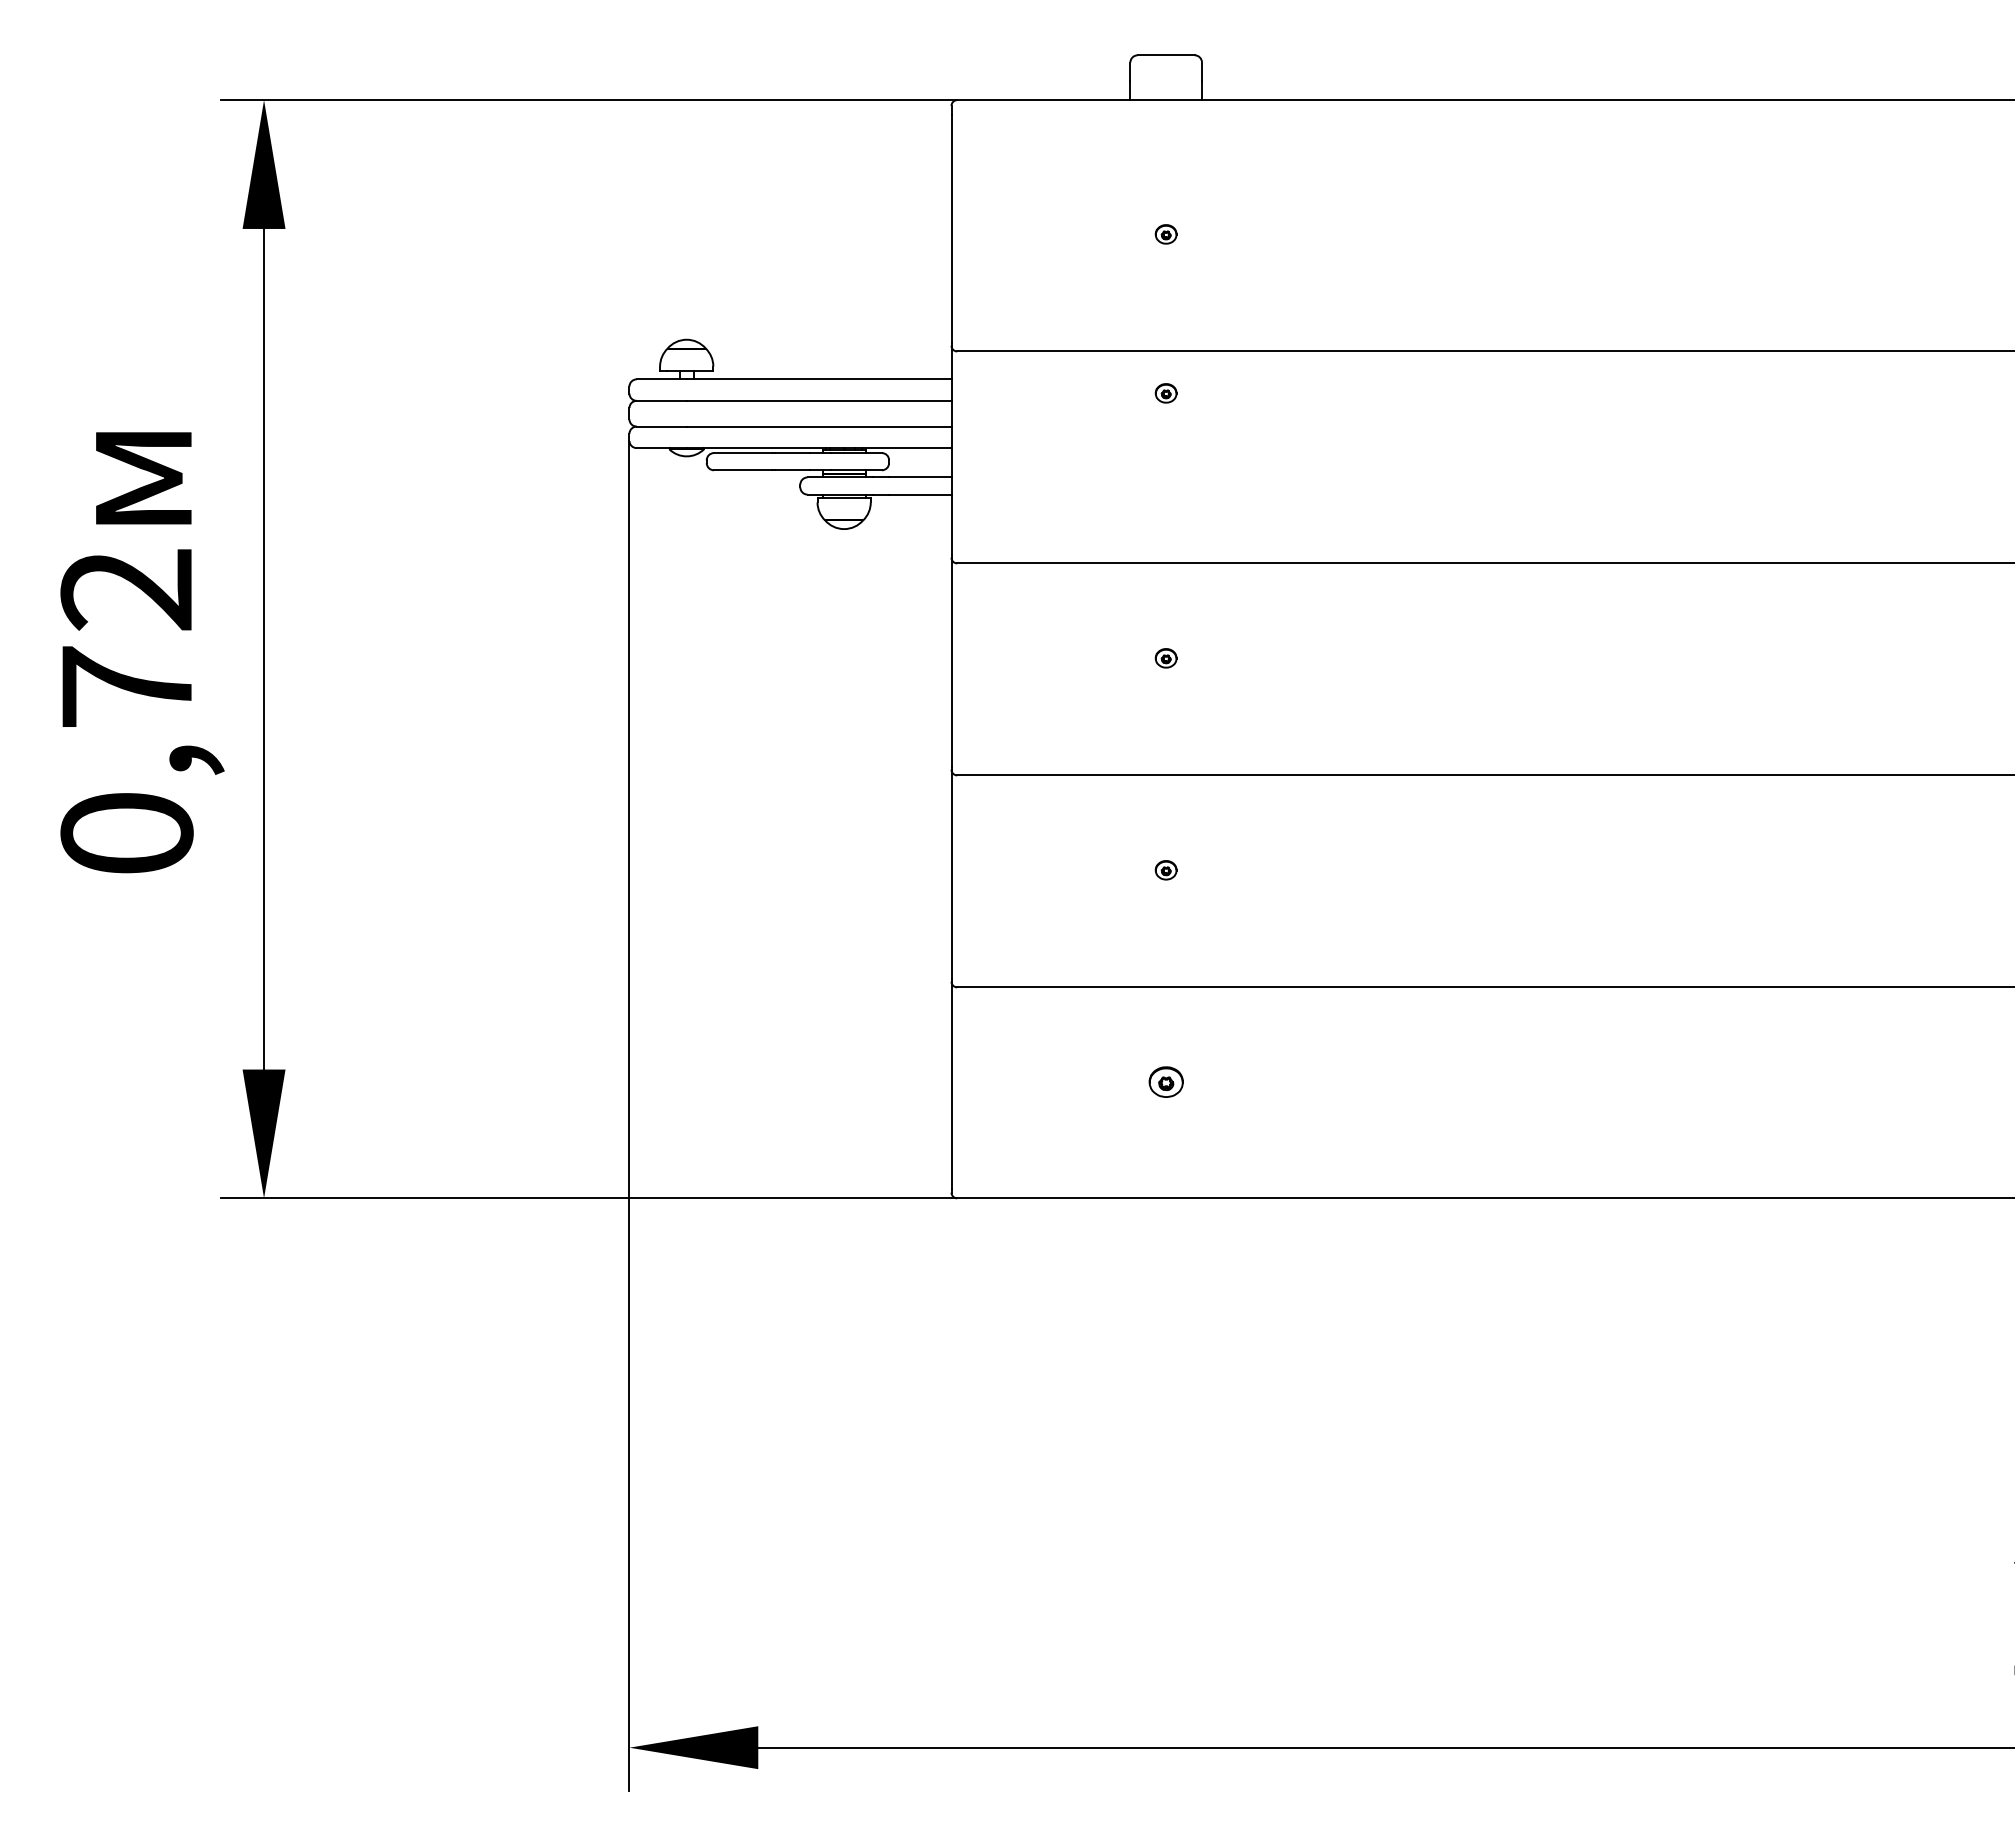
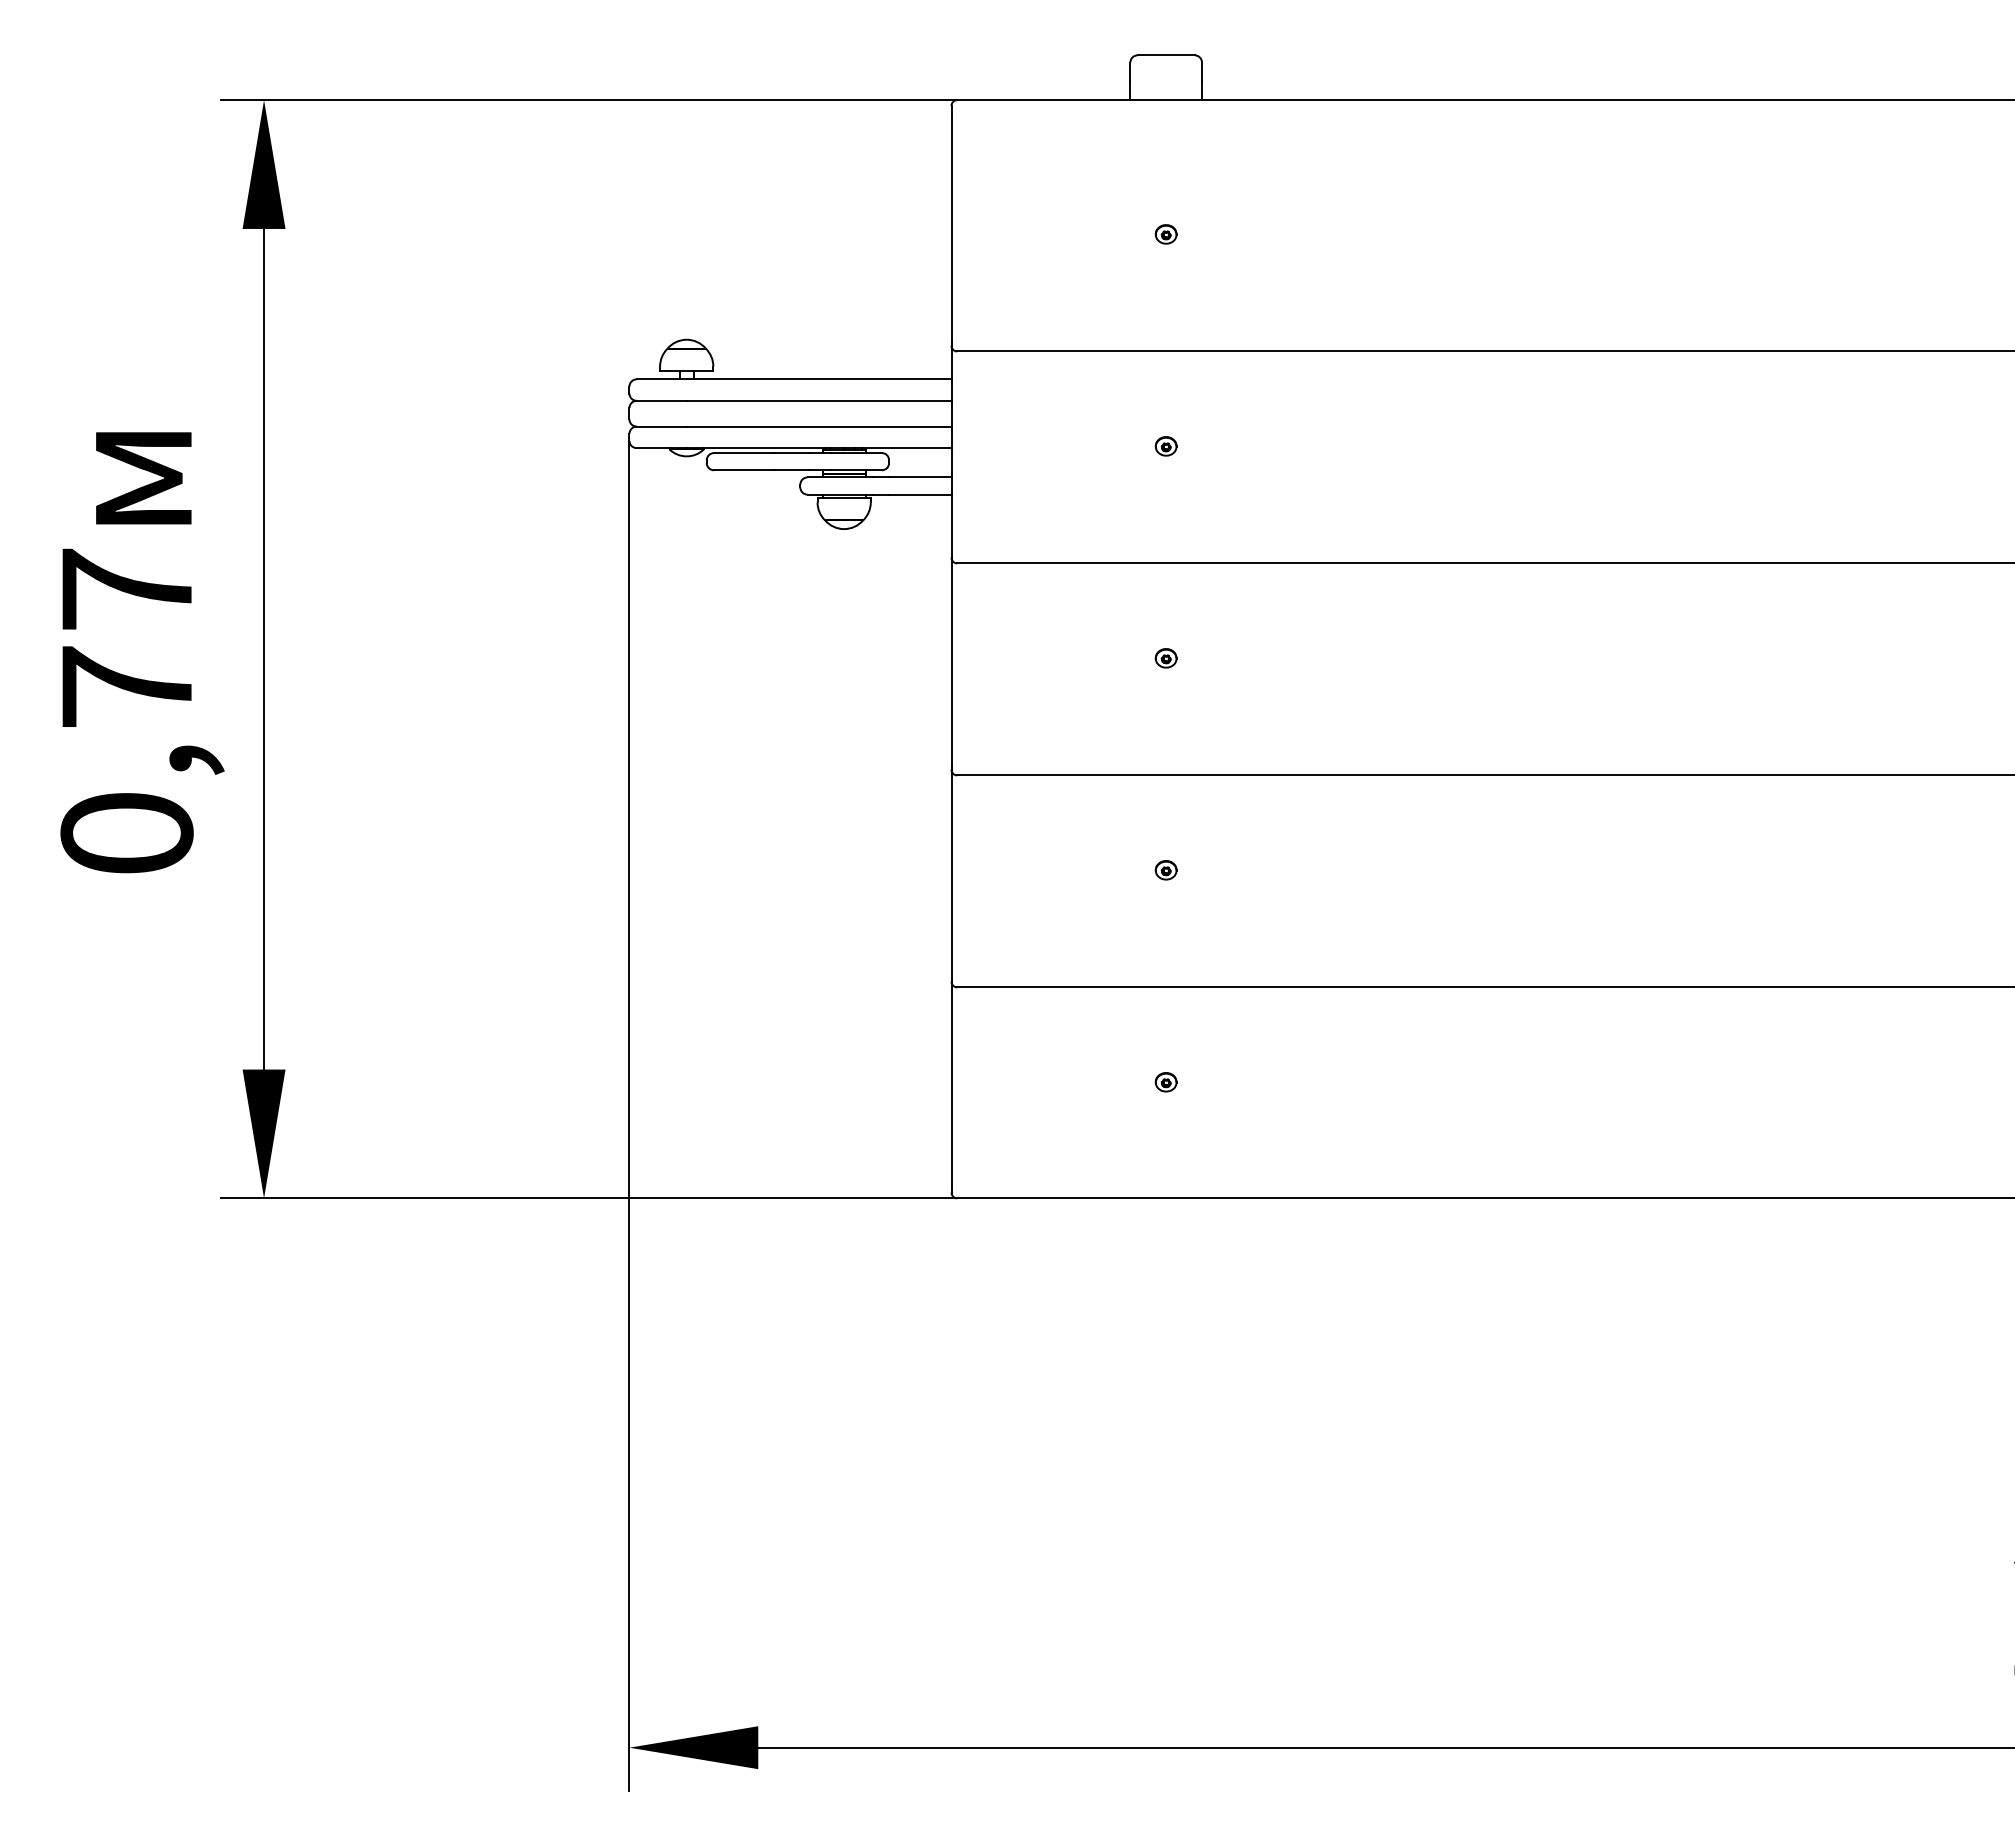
part at (1165, 393) position: (1165, 393) -> (1165, 446)
text at (125, 589): 0,72 -> 0,77
part at (1165, 1081) size: 36x32 px -> 24x21 px
